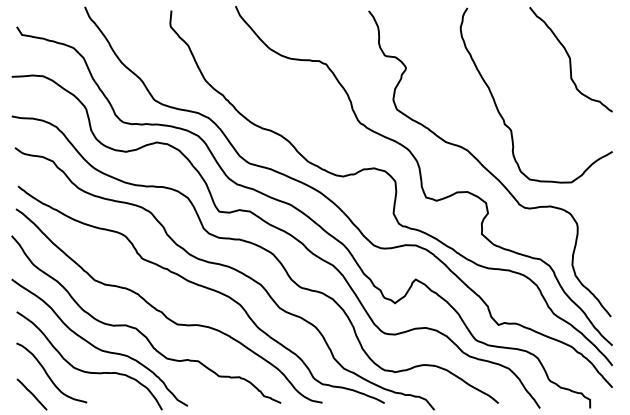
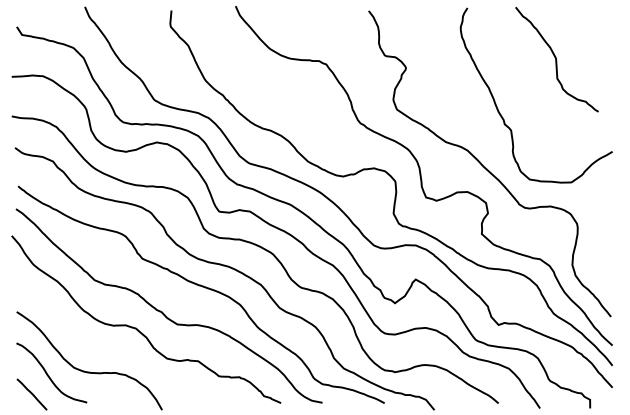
curve at (570, 59) position: (570, 59) -> (556, 59)
curve at (96, 346): present -> none
